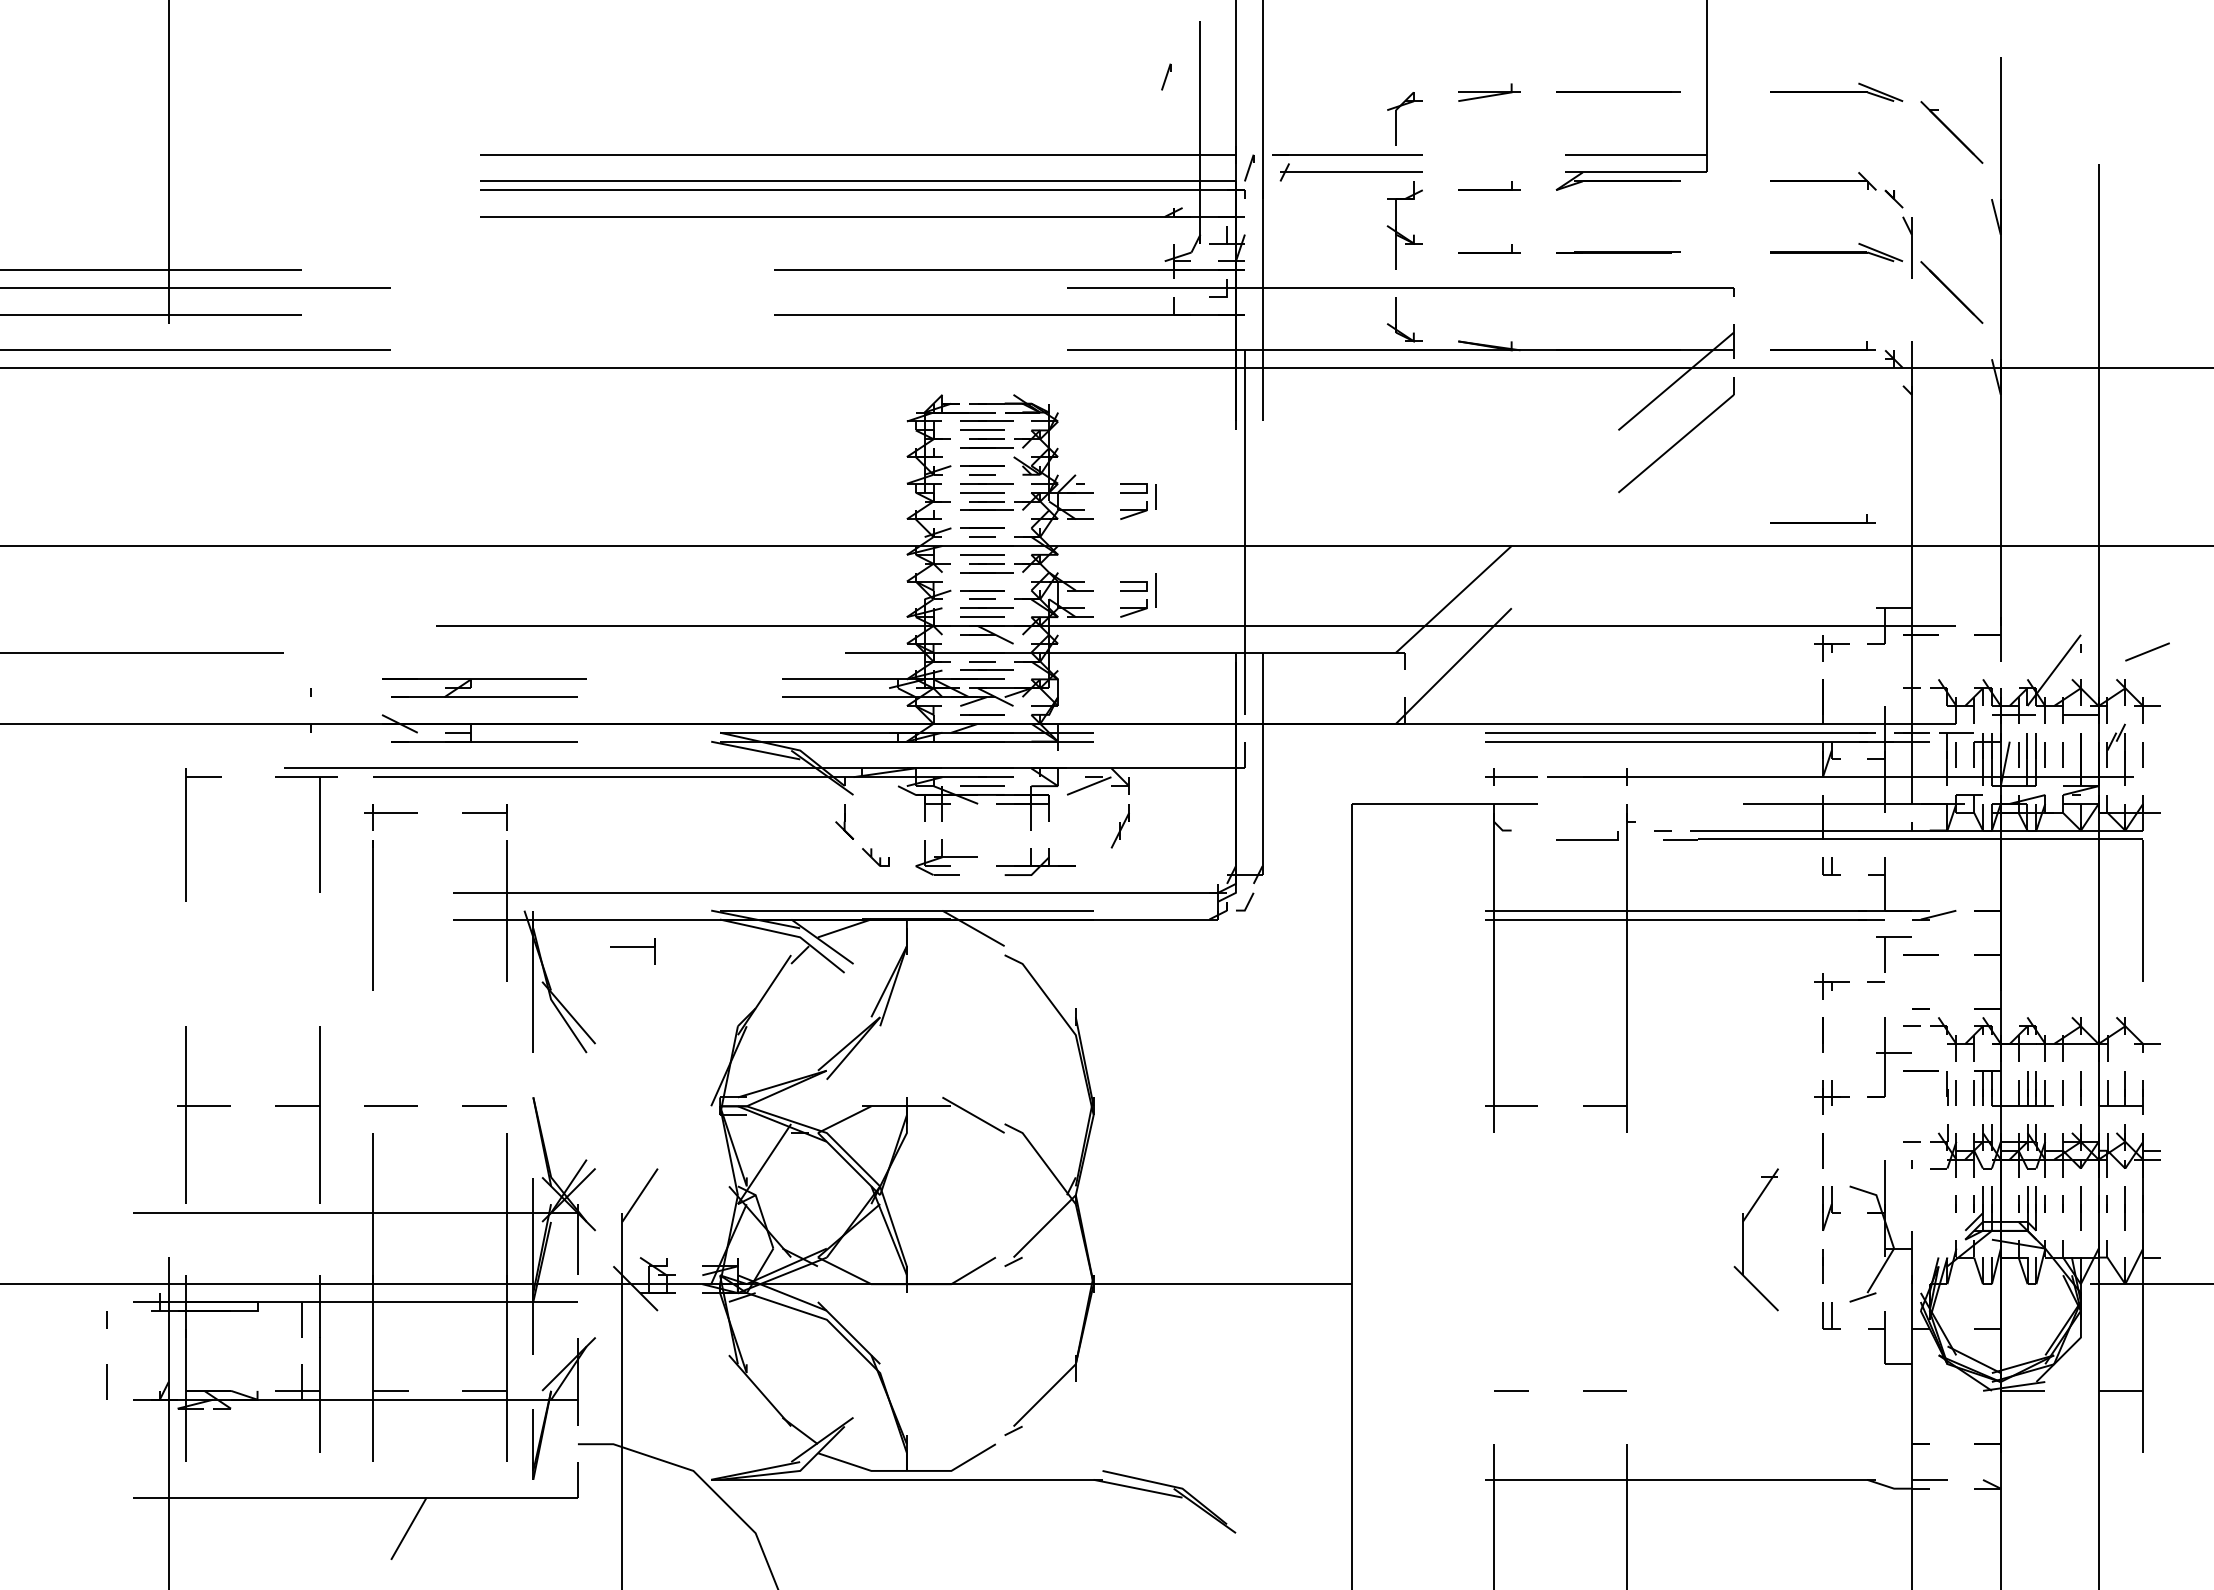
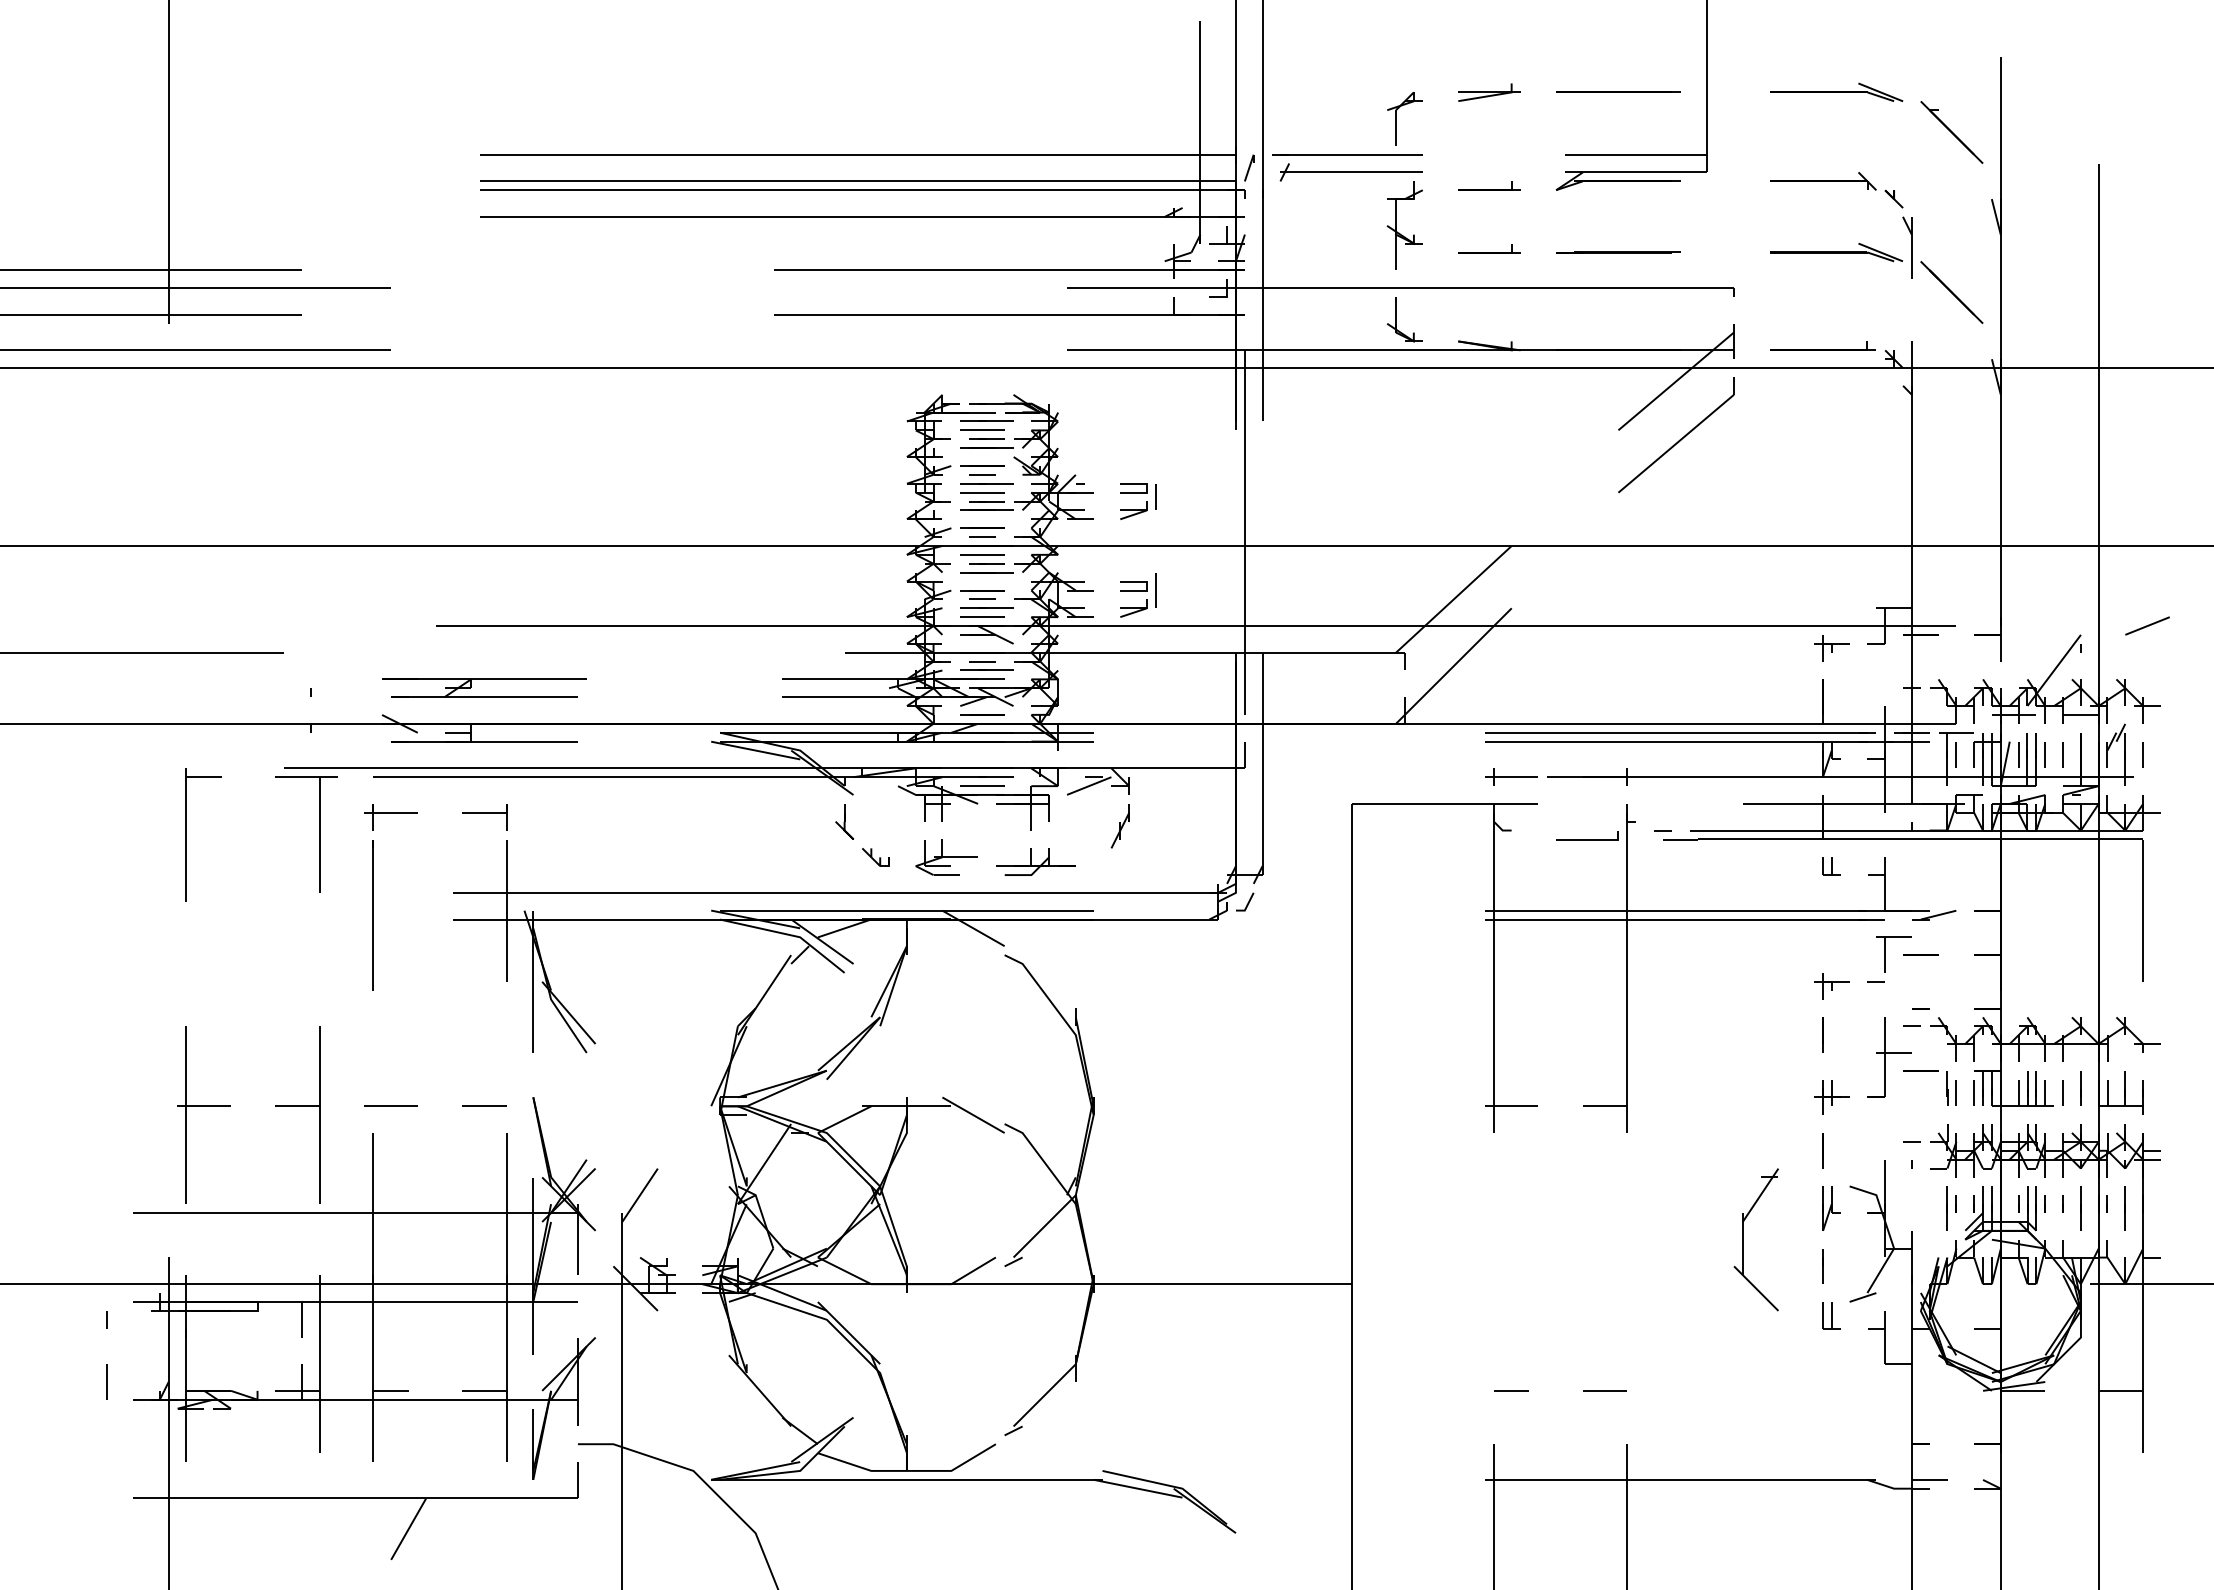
part at (1166, 76): present -> none
part at (1822, 518): present -> none
line at (2147, 651) position: (2147, 651) -> (2147, 625)
part at (632, 951): present -> none
line at (1946, 1208): none -> present
